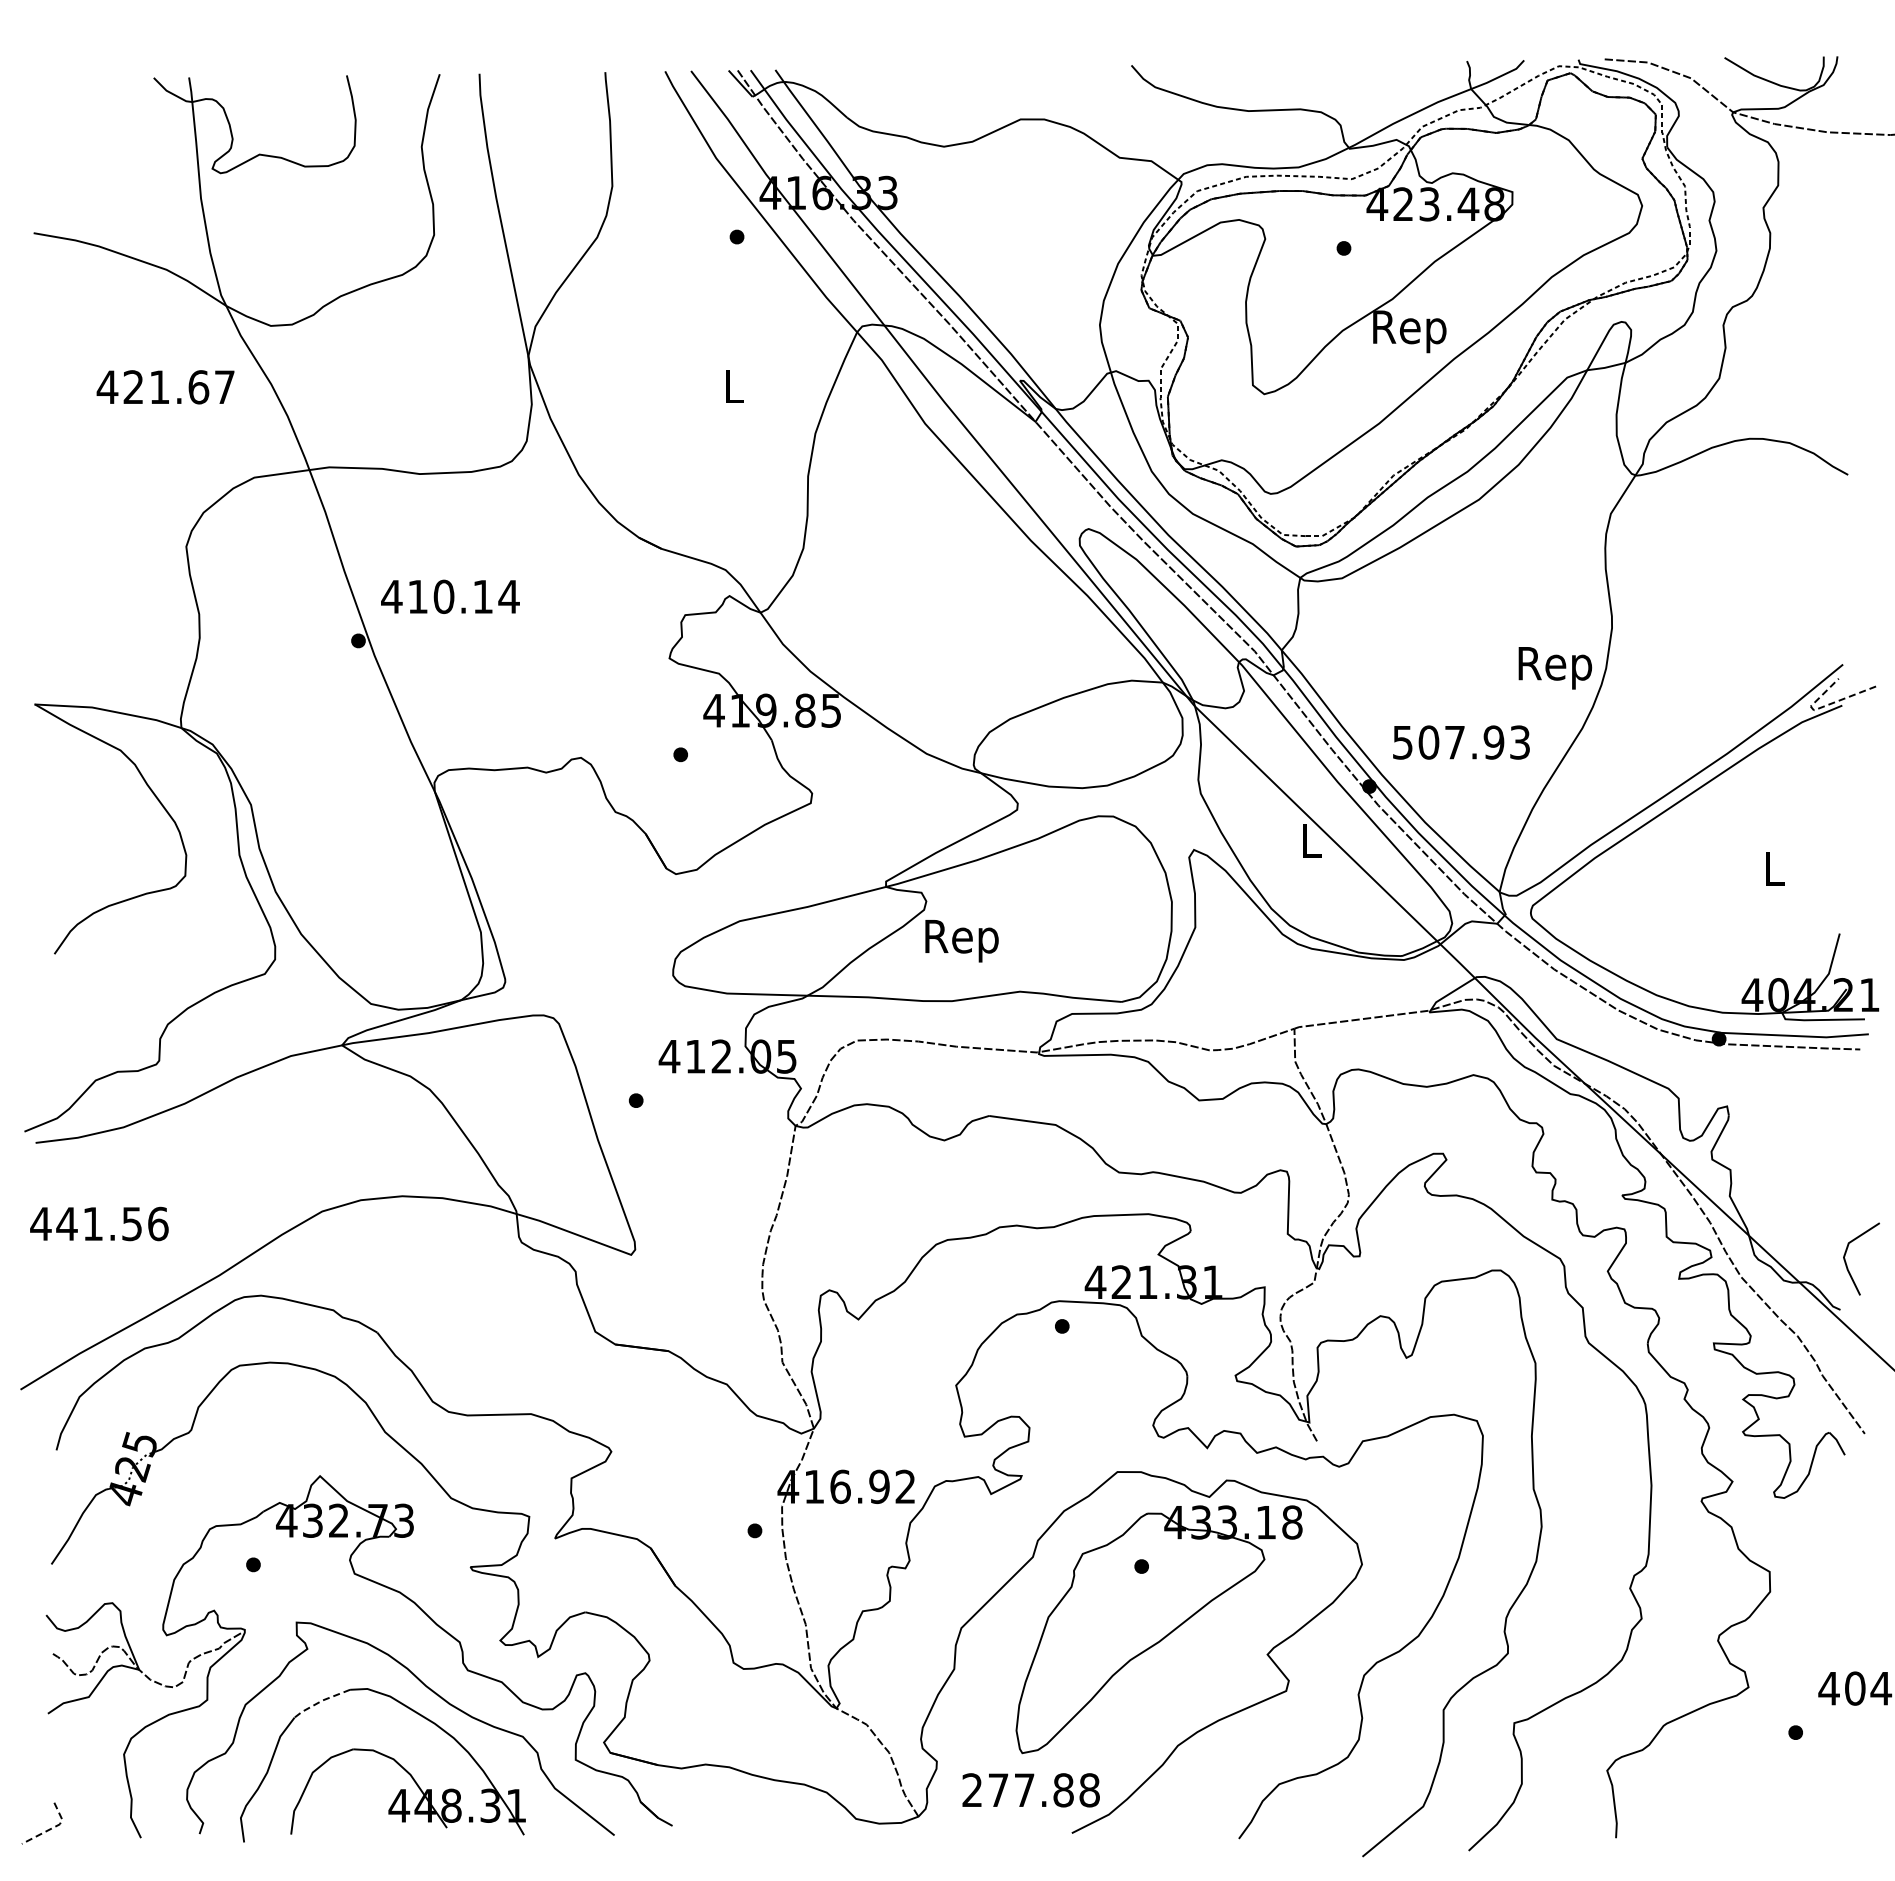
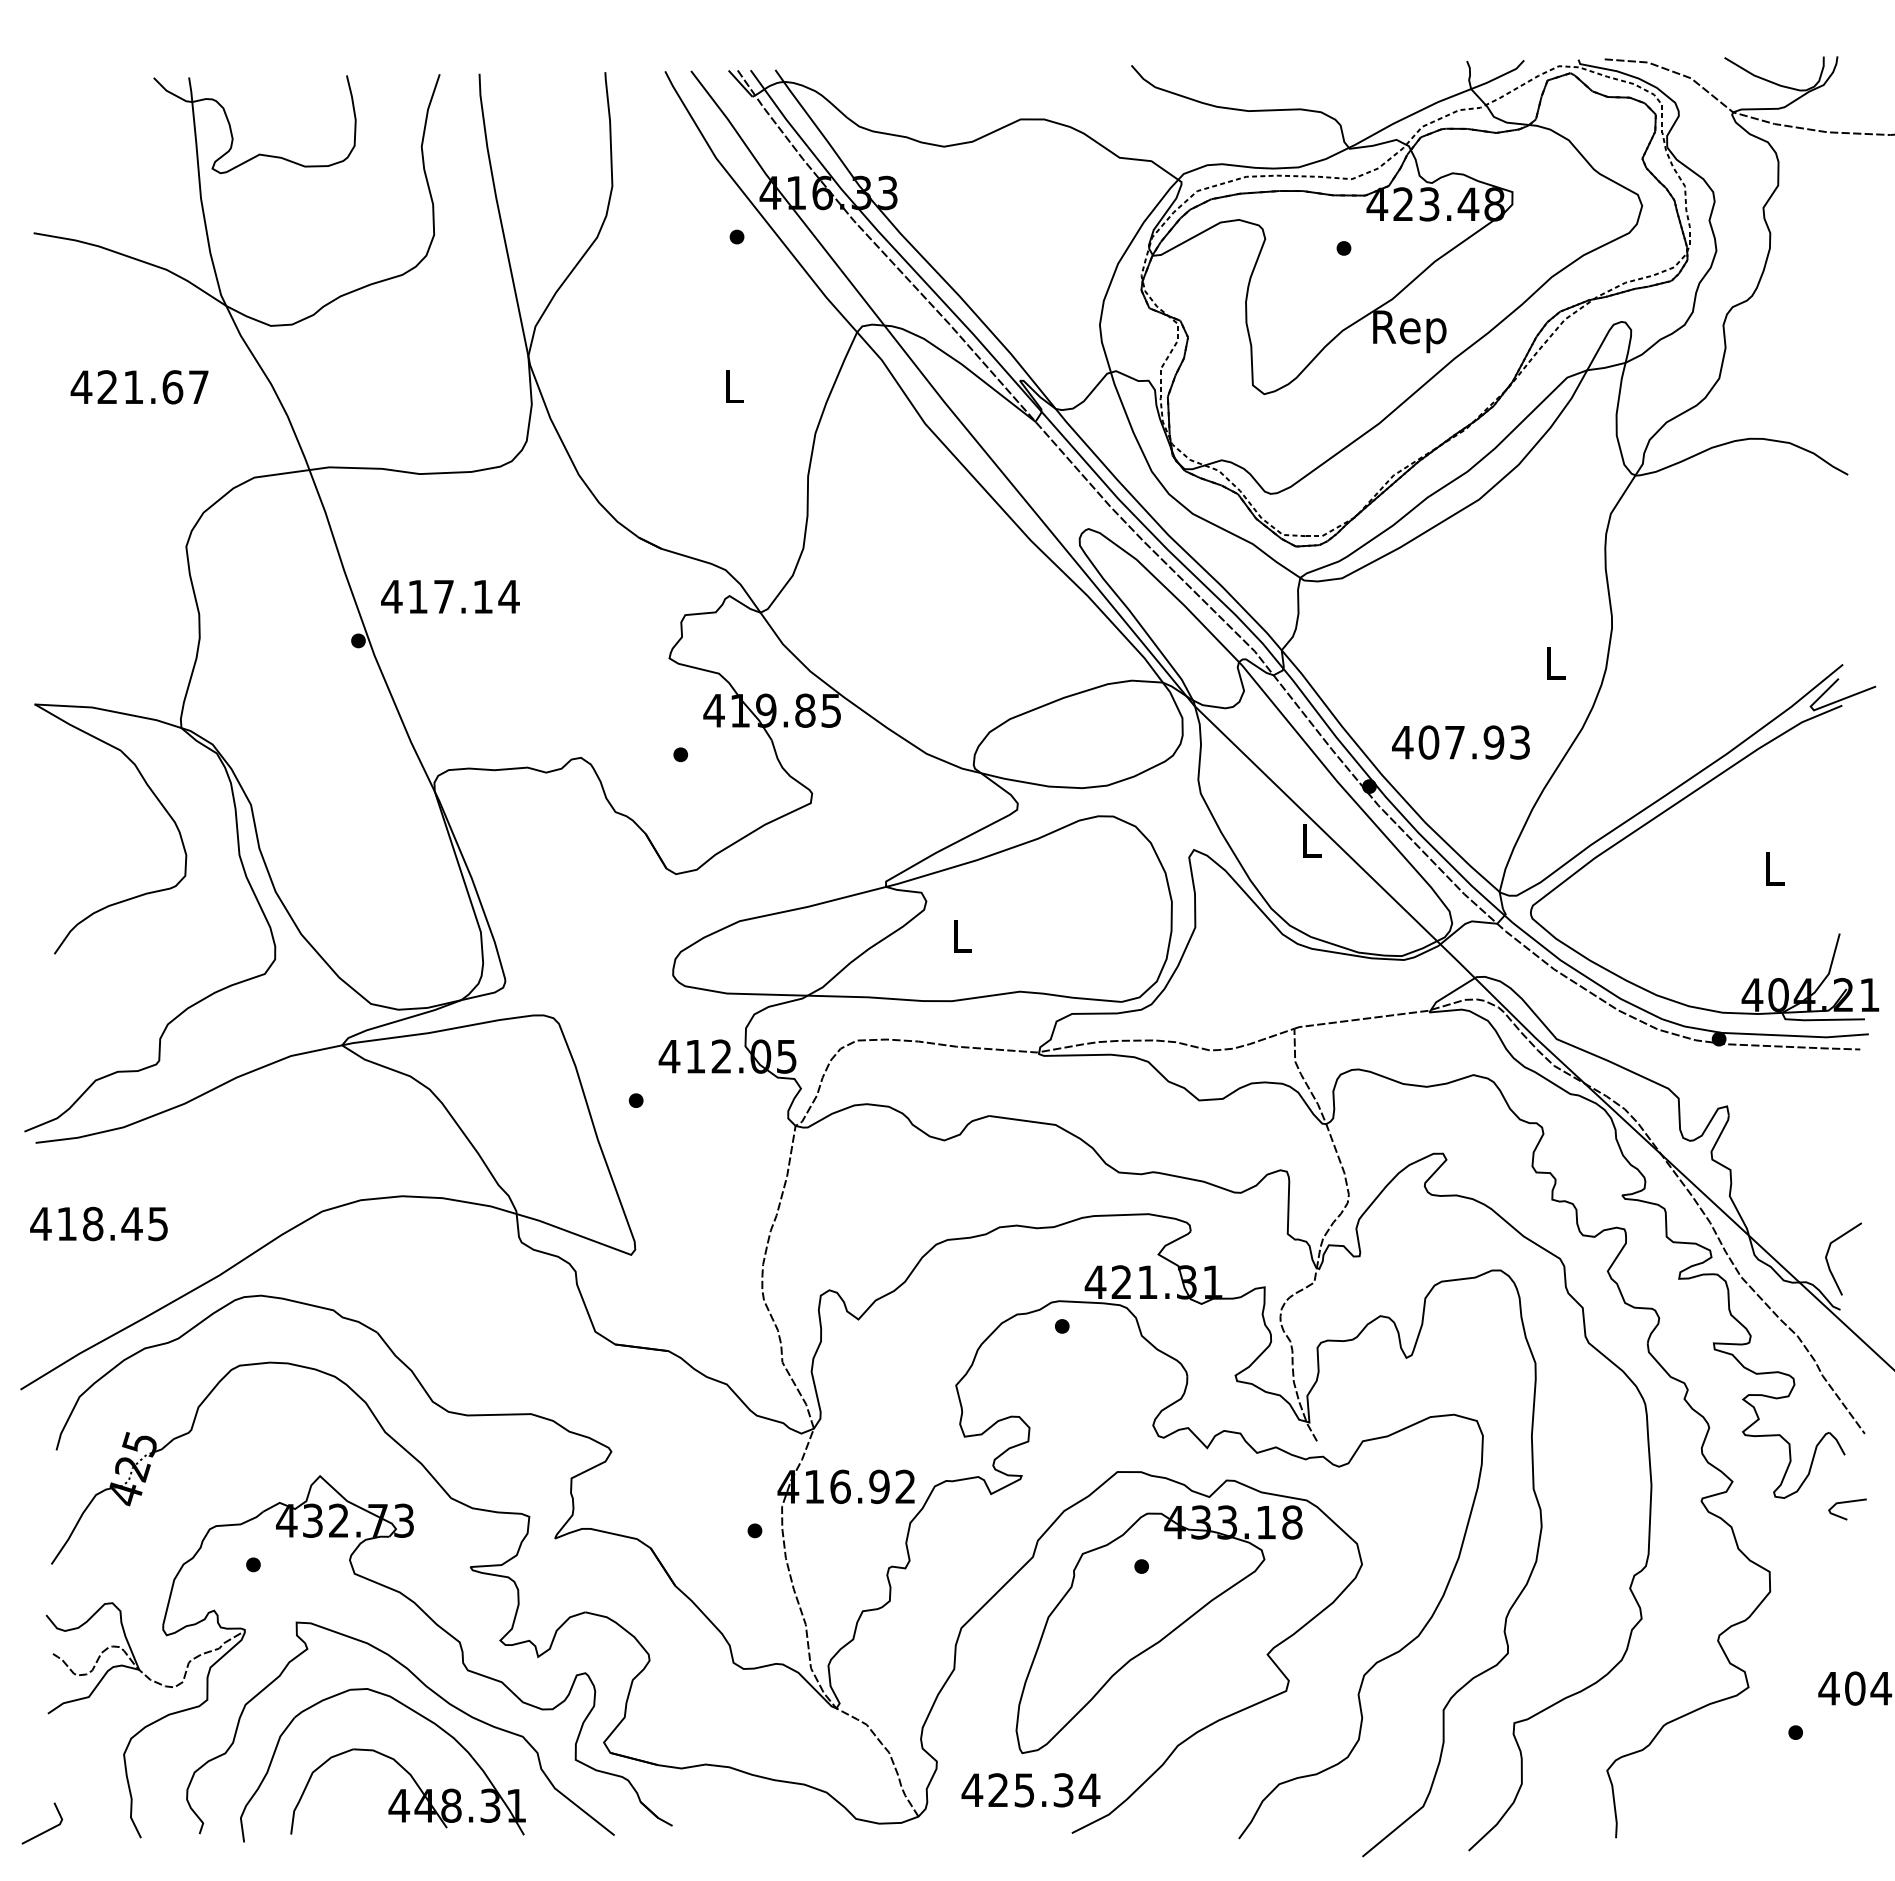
text at (165, 387) position: (165, 387) -> (139, 387)
text at (443, 596): 410.14 -> 417.14
text at (1555, 668): Rep -> L
line at (1822, 707): dashed -> solid
text at (1402, 742): 507.93 -> 407.93
text at (961, 941): Rep -> L
text at (112, 1223): 441.56 -> 418.45
line at (1846, 1261) position: (1846, 1261) -> (1828, 1261)
line at (1845, 1503): none -> present
line at (320, 1701): dashed -> solid
text at (1030, 1790): 277.88 -> 425.34
line at (52, 1827): dashed -> solid
